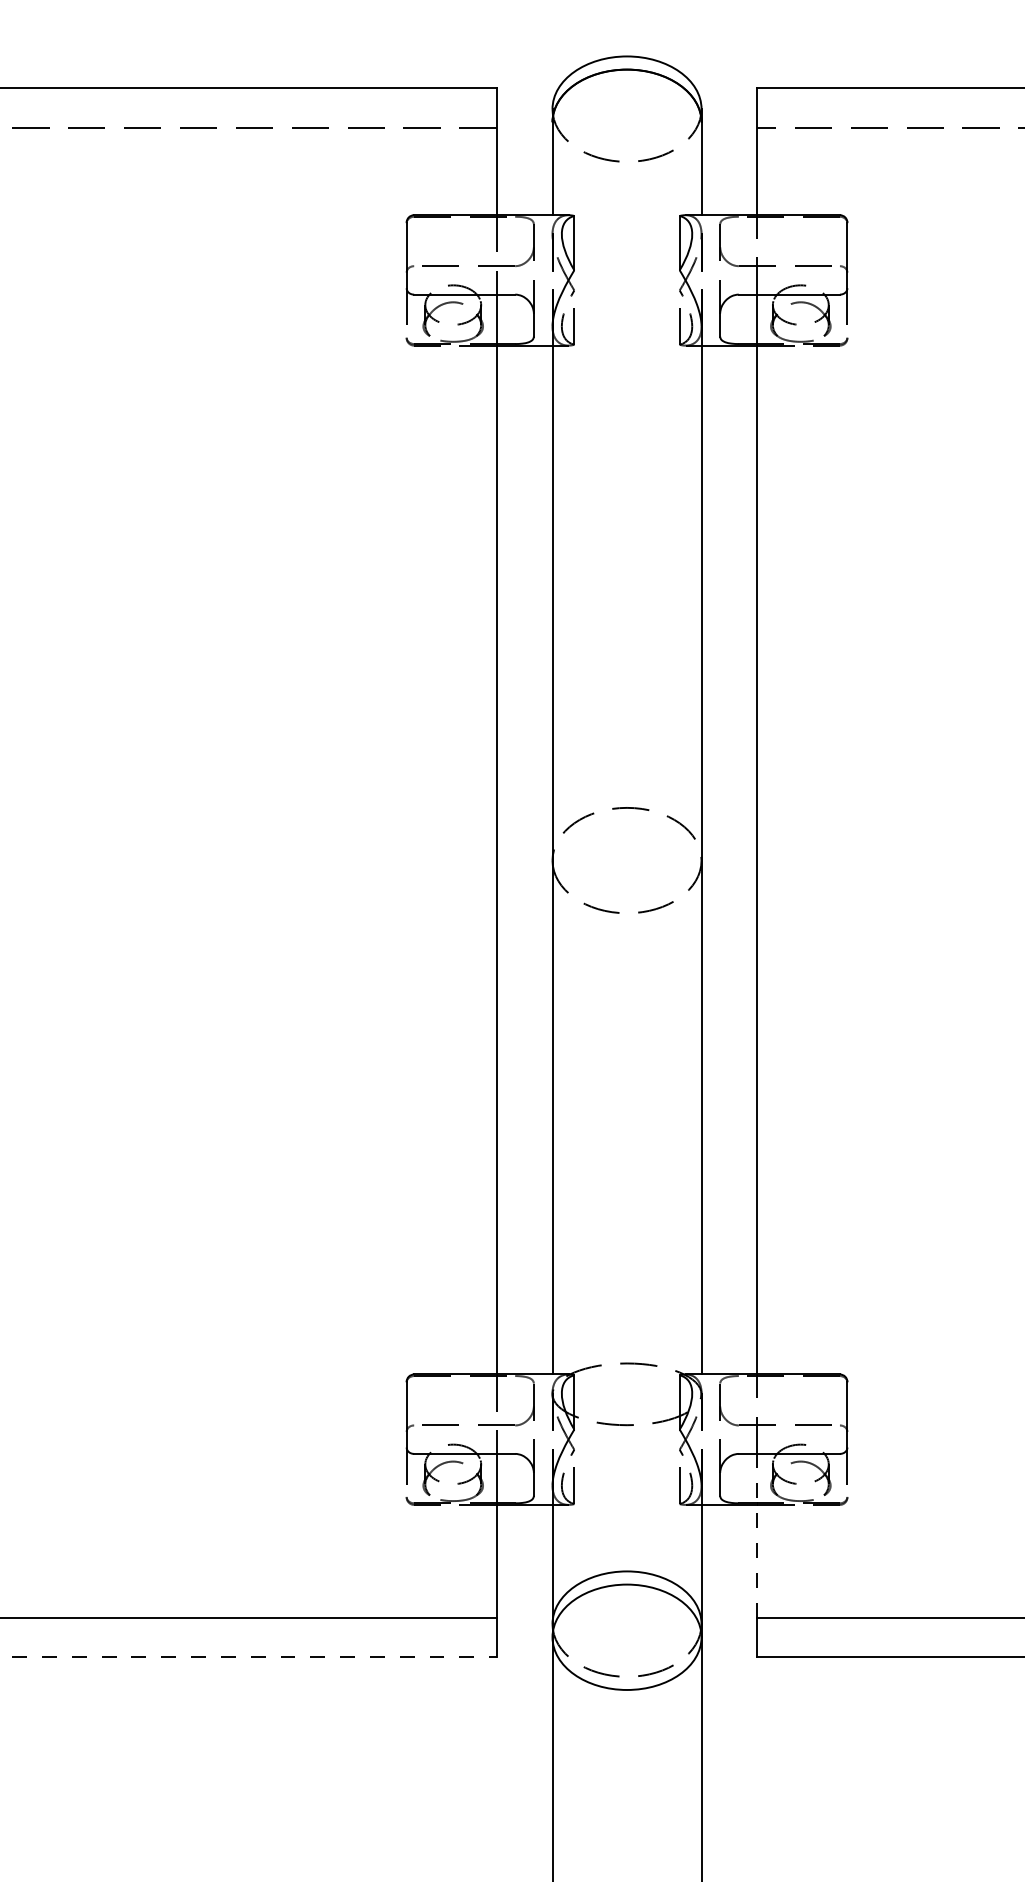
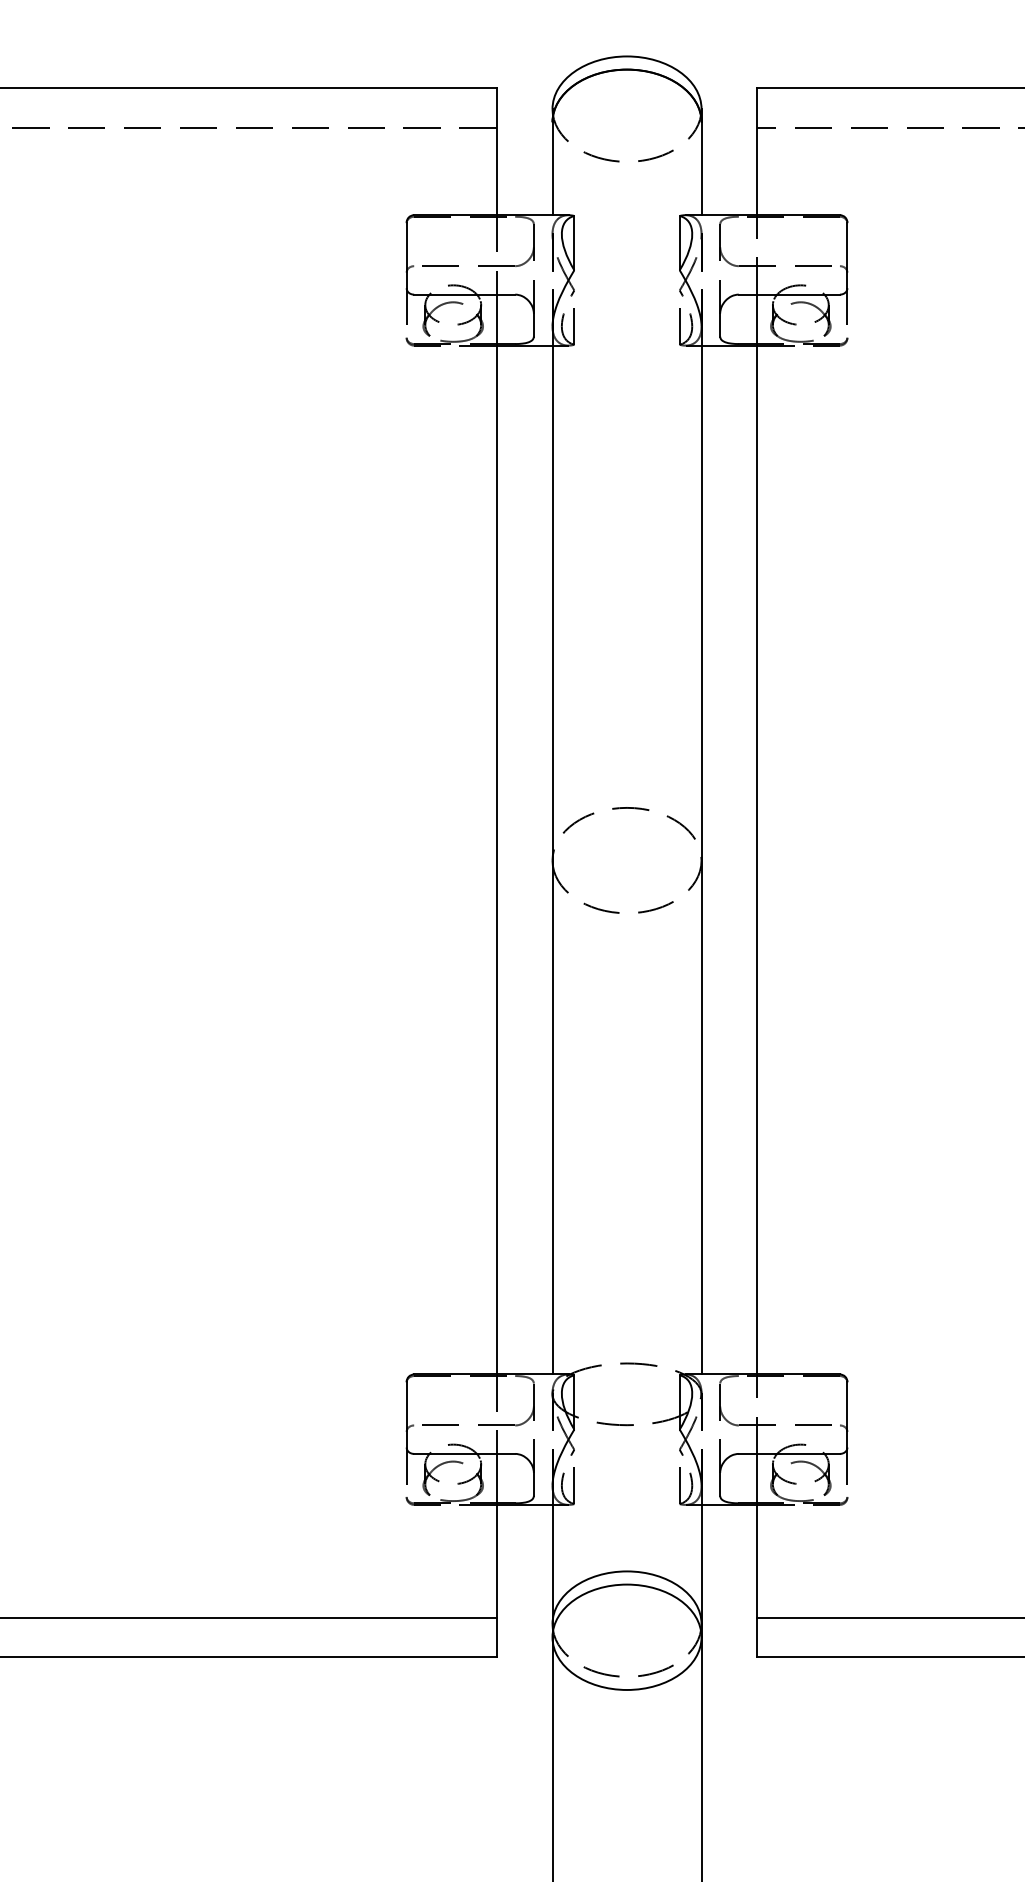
line at (757, 1535): dashed -> solid
line at (248, 1657): dashed -> solid
